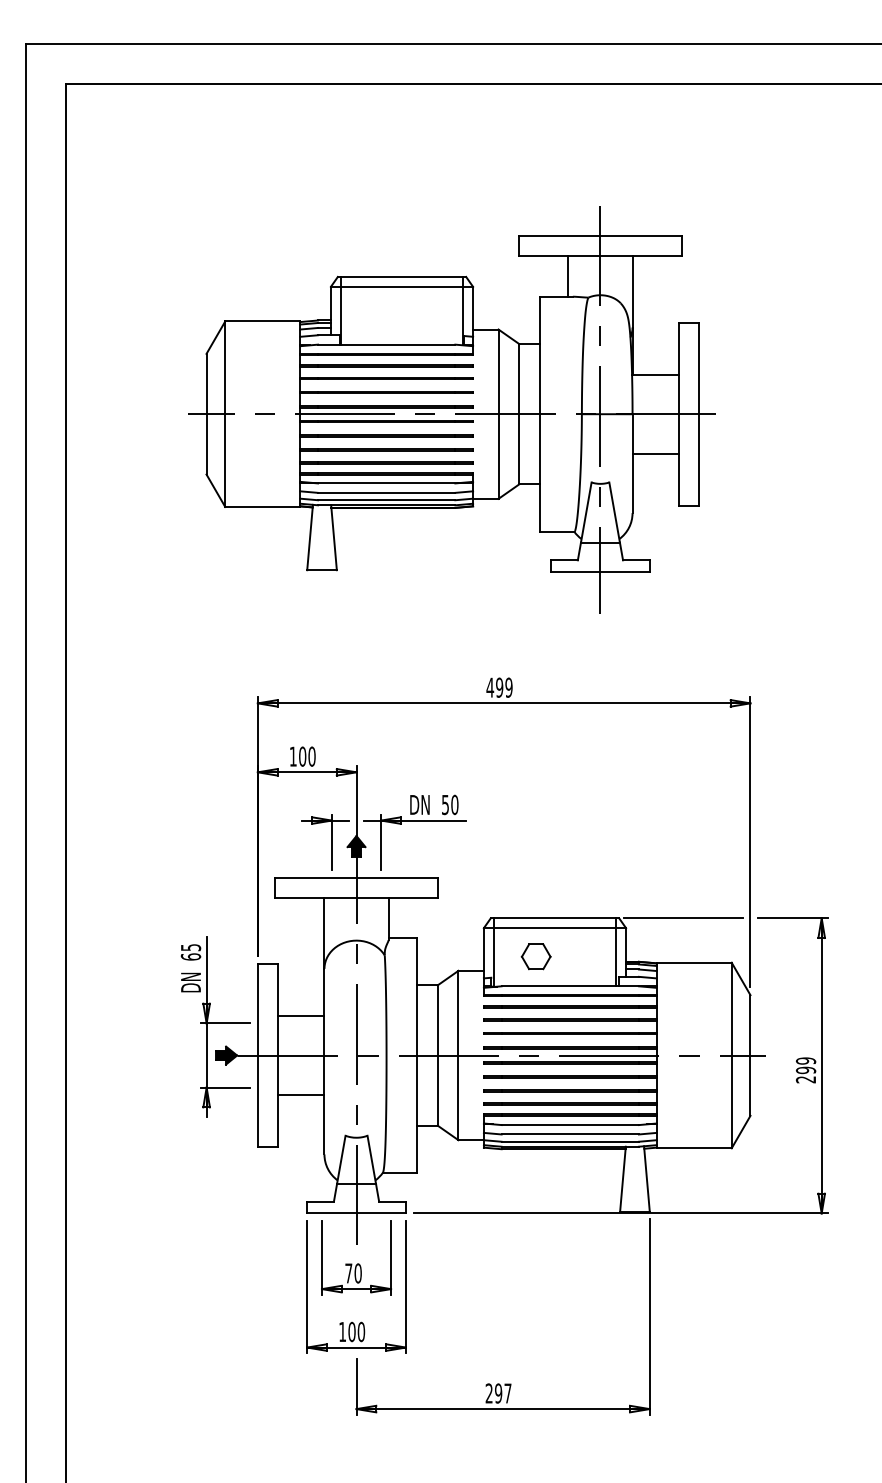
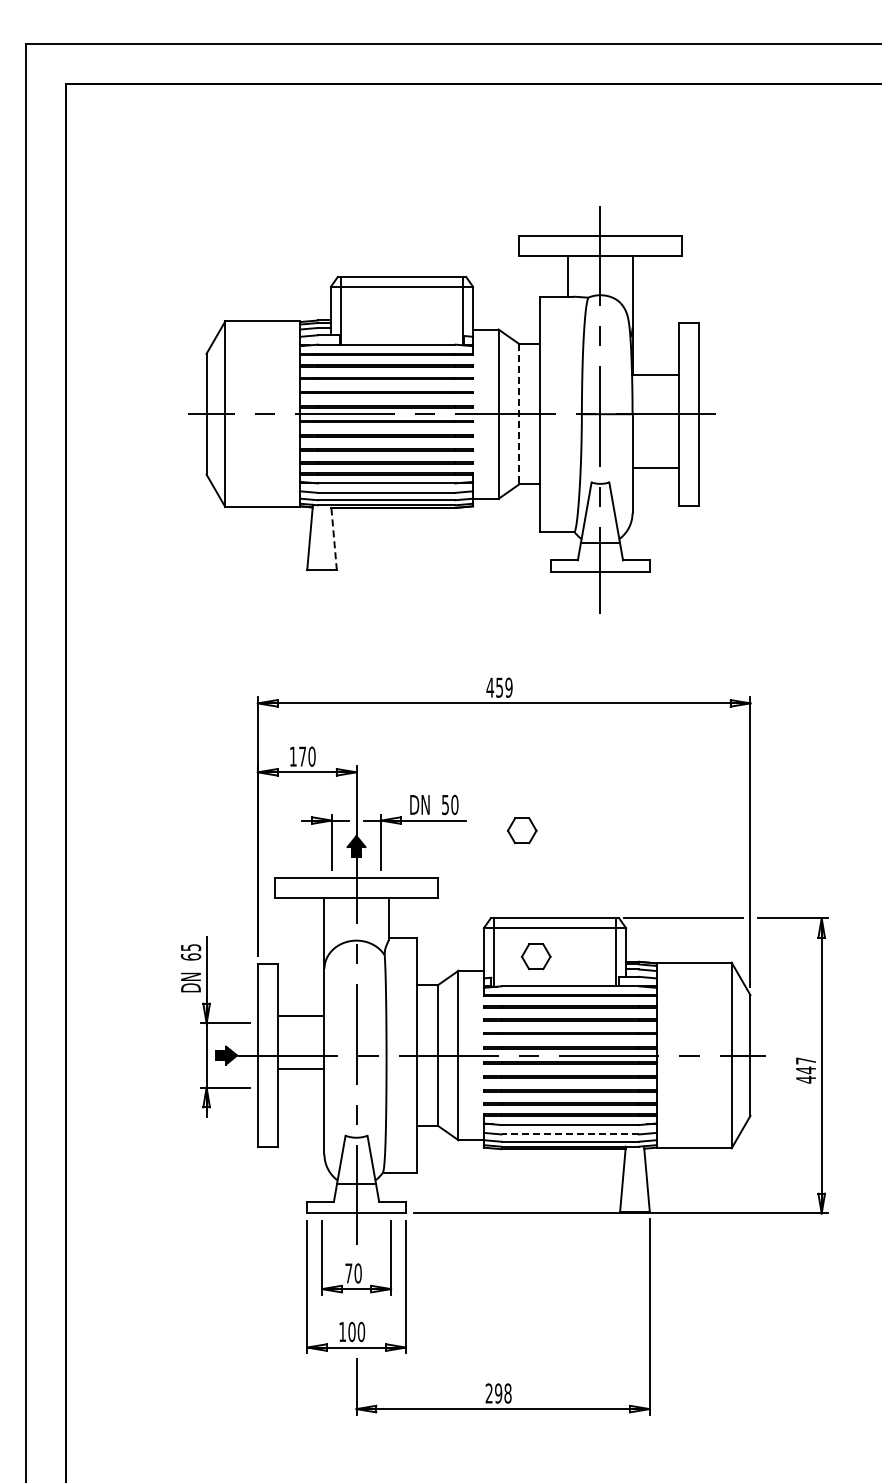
line at (519, 414): solid -> dashed
line at (655, 453) position: (655, 453) -> (655, 467)
line at (334, 537): solid -> dashed
text at (499, 687): 499 -> 459
text at (302, 756): 100 -> 170
part at (521, 830): none -> present
text at (805, 1070): 299 -> 447
line at (300, 1095) position: (300, 1095) -> (300, 1069)
line at (570, 1134): solid -> dashed
text at (507, 1393): 297 -> 298
